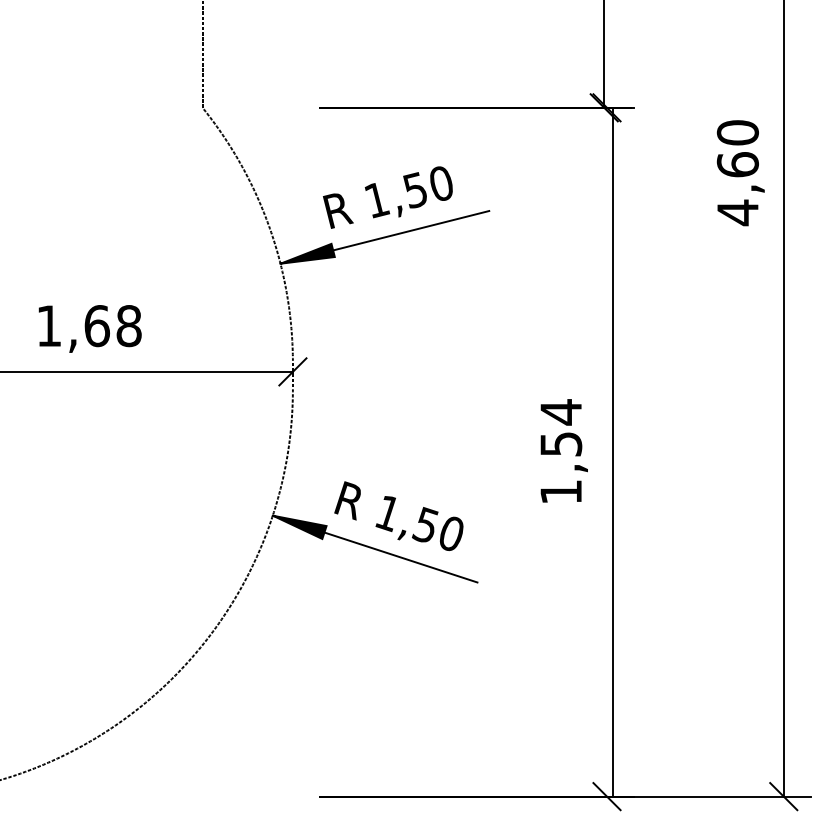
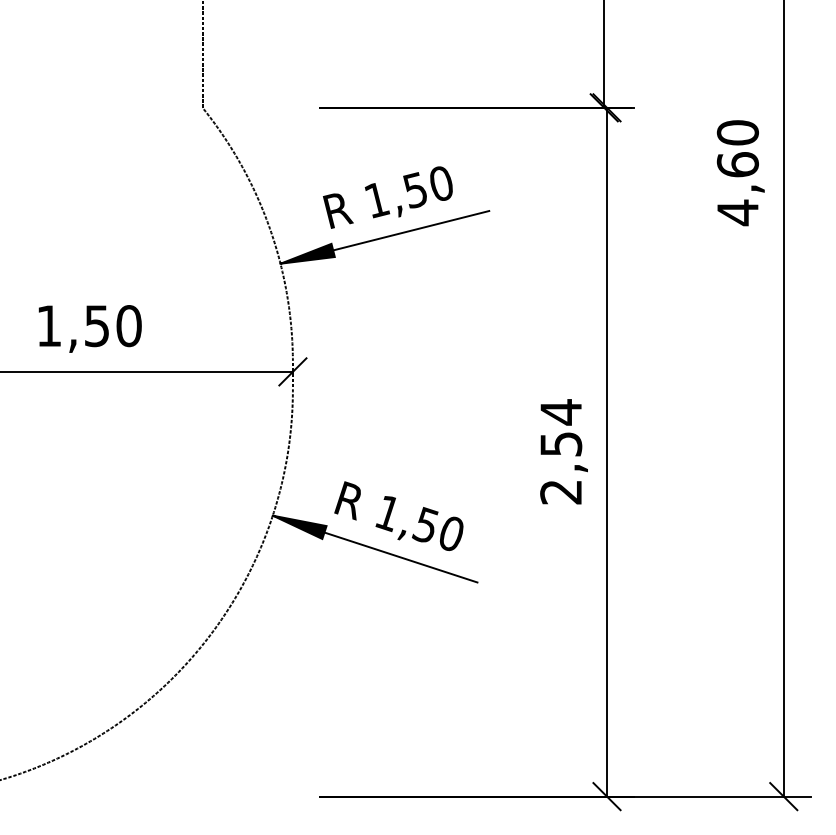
text at (112, 326): 1,68 -> 1,50
line at (613, 451) position: (613, 451) -> (607, 451)
text at (560, 492): 1,54 -> 2,54
